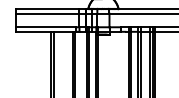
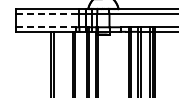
line at (47, 13): solid -> dashed
line at (46, 27): solid -> dashed
